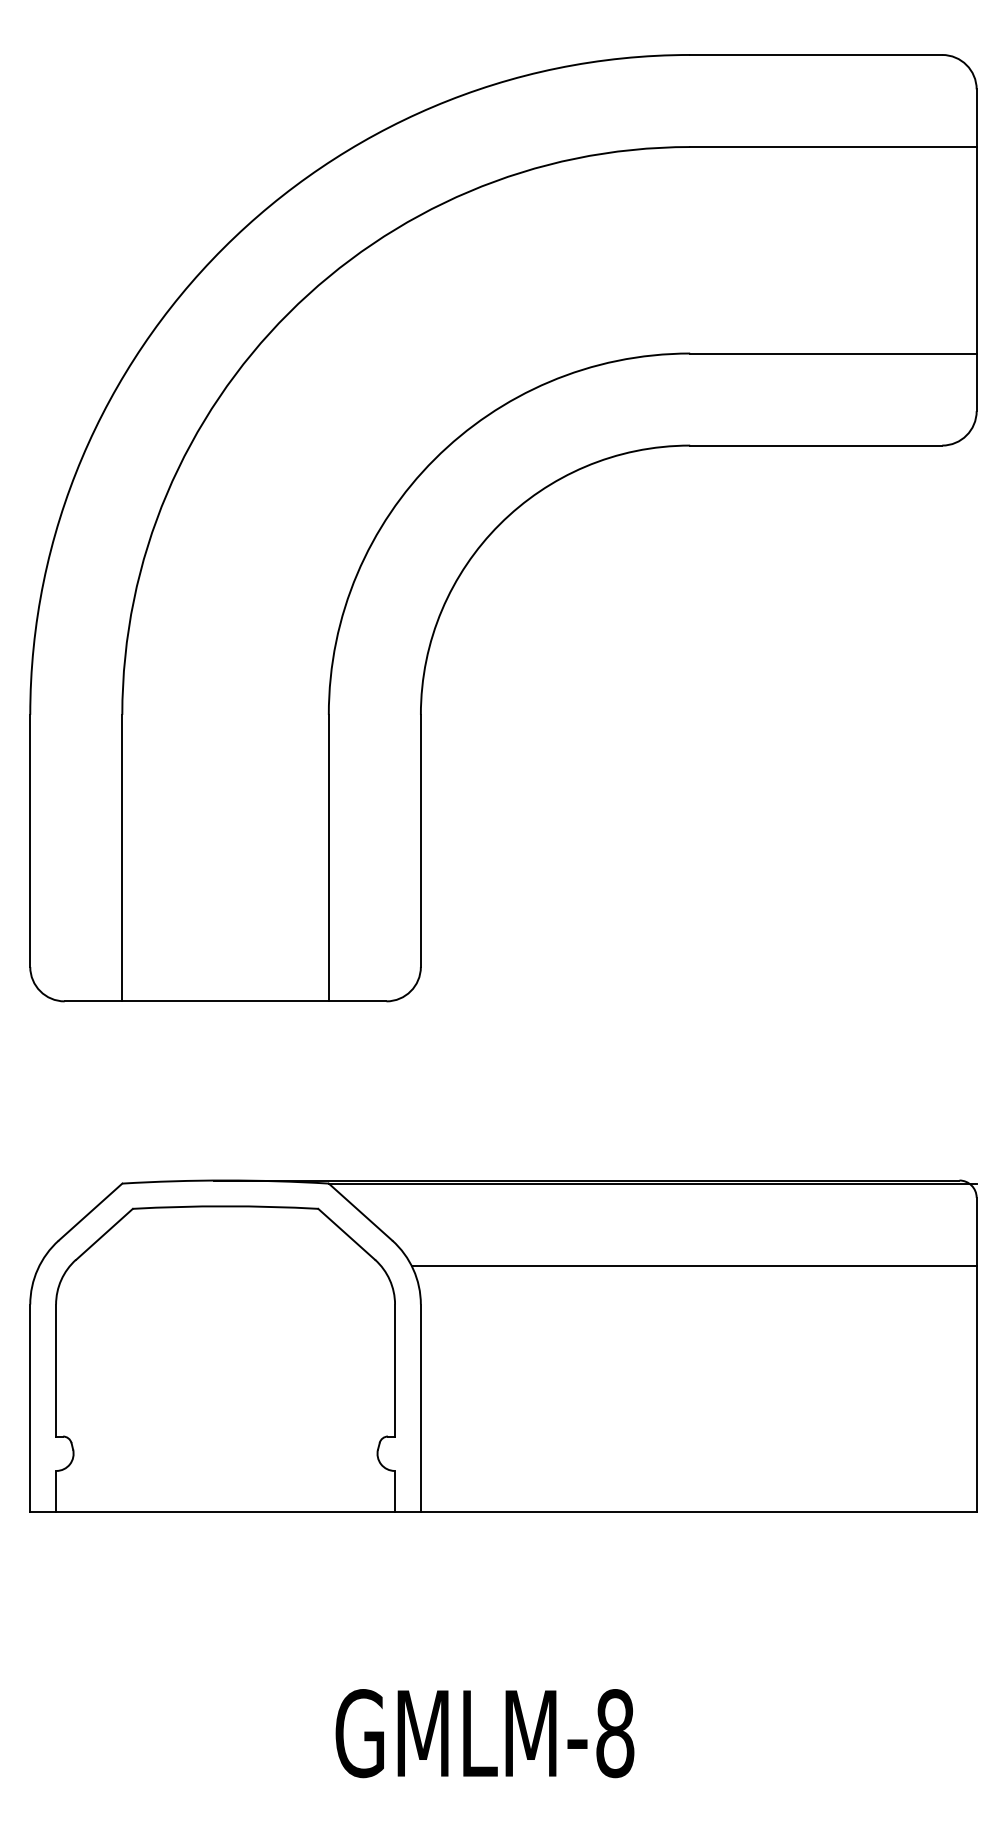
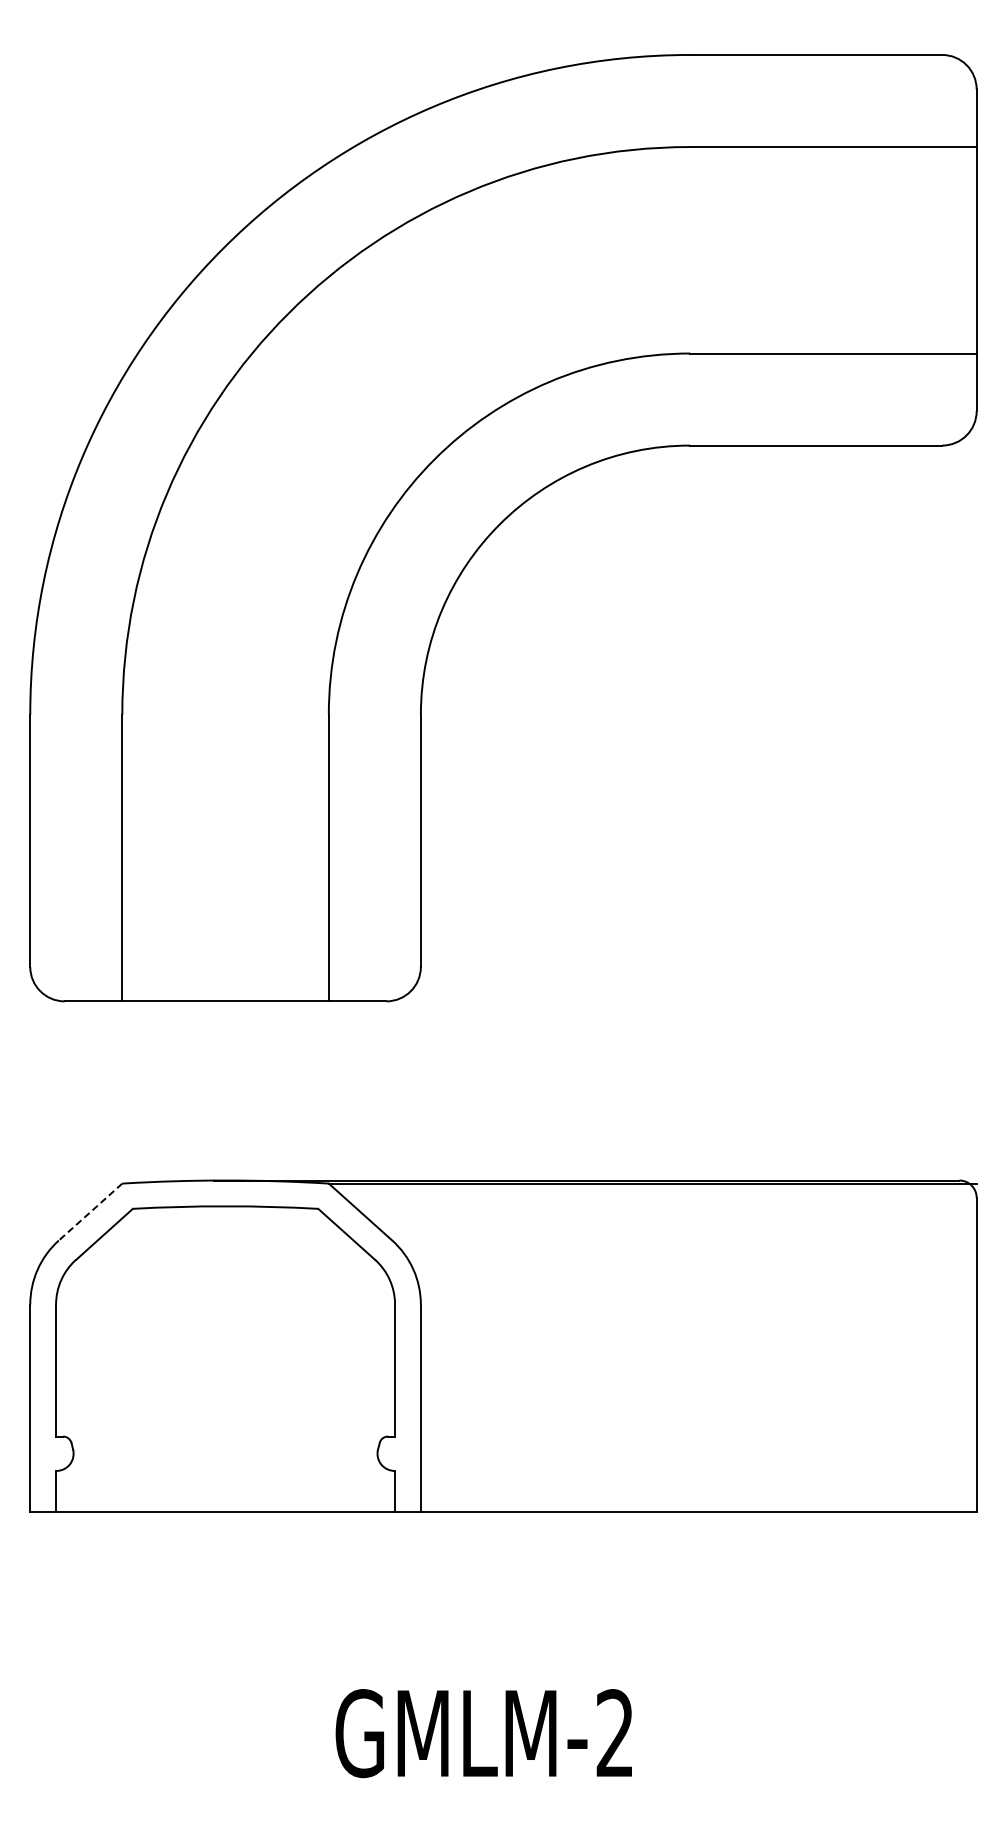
line at (90, 1212): solid -> dashed
line at (693, 1266): present -> none
text at (615, 1733): GMLM-8 -> GMLM-2
